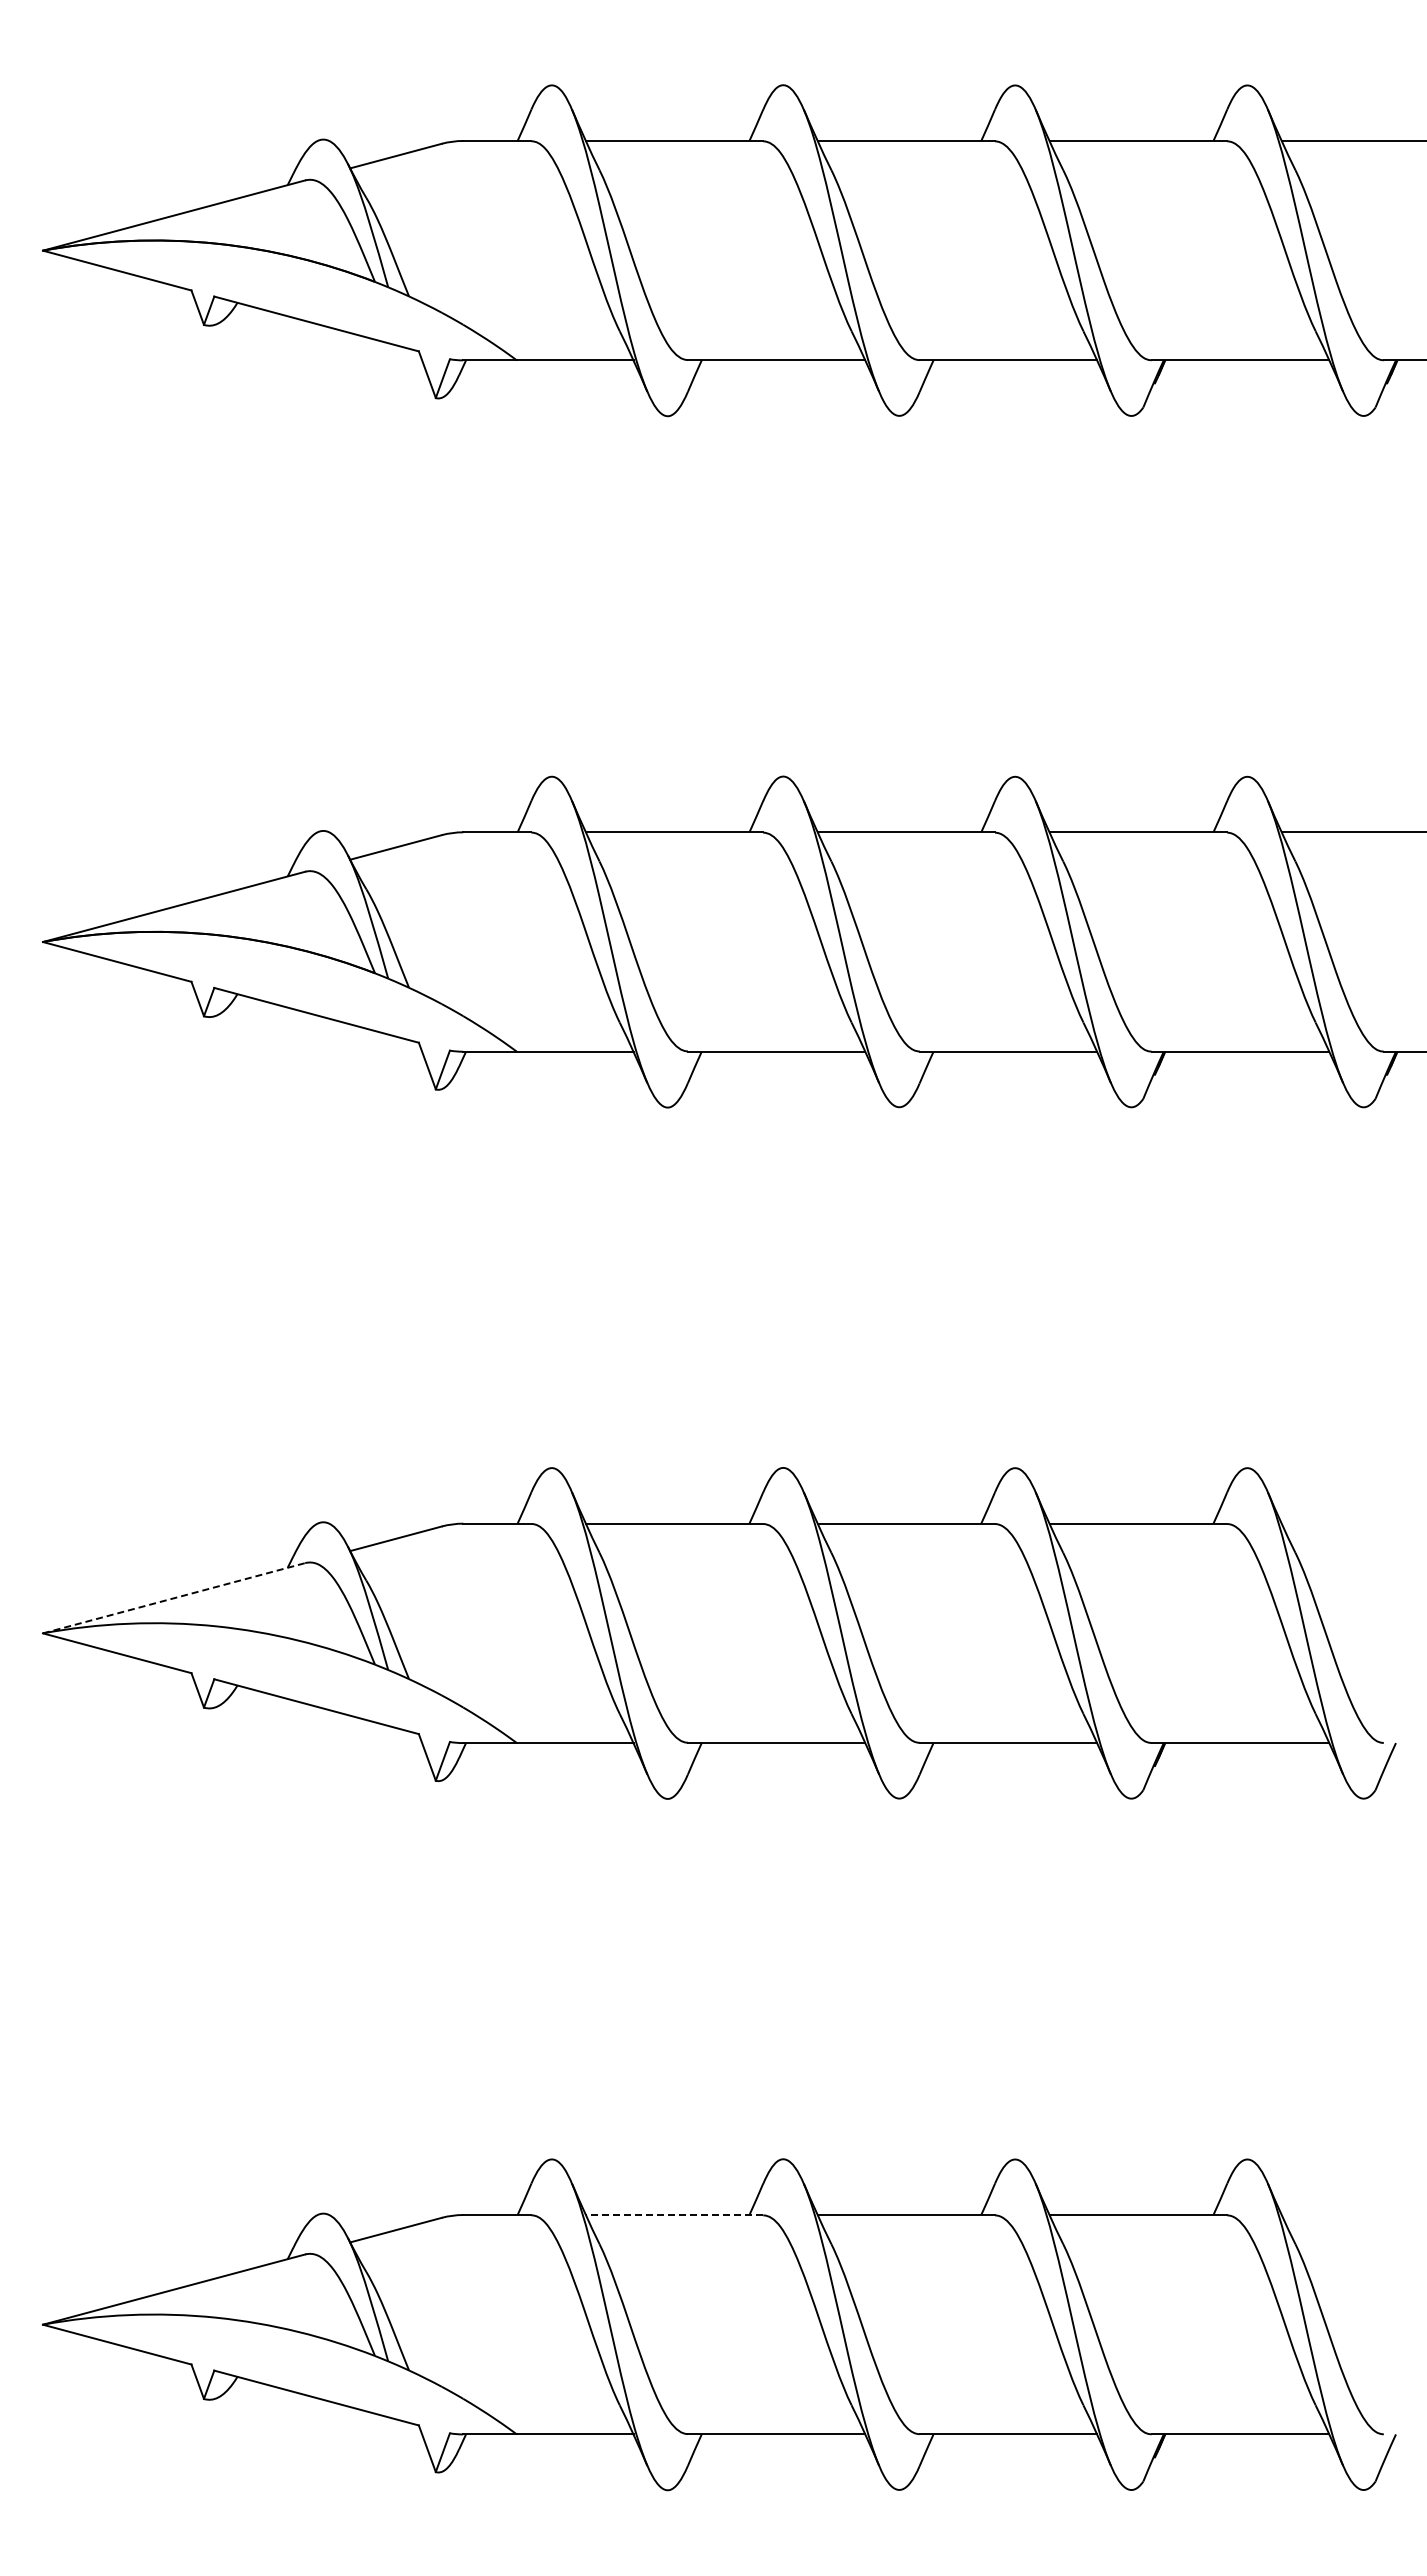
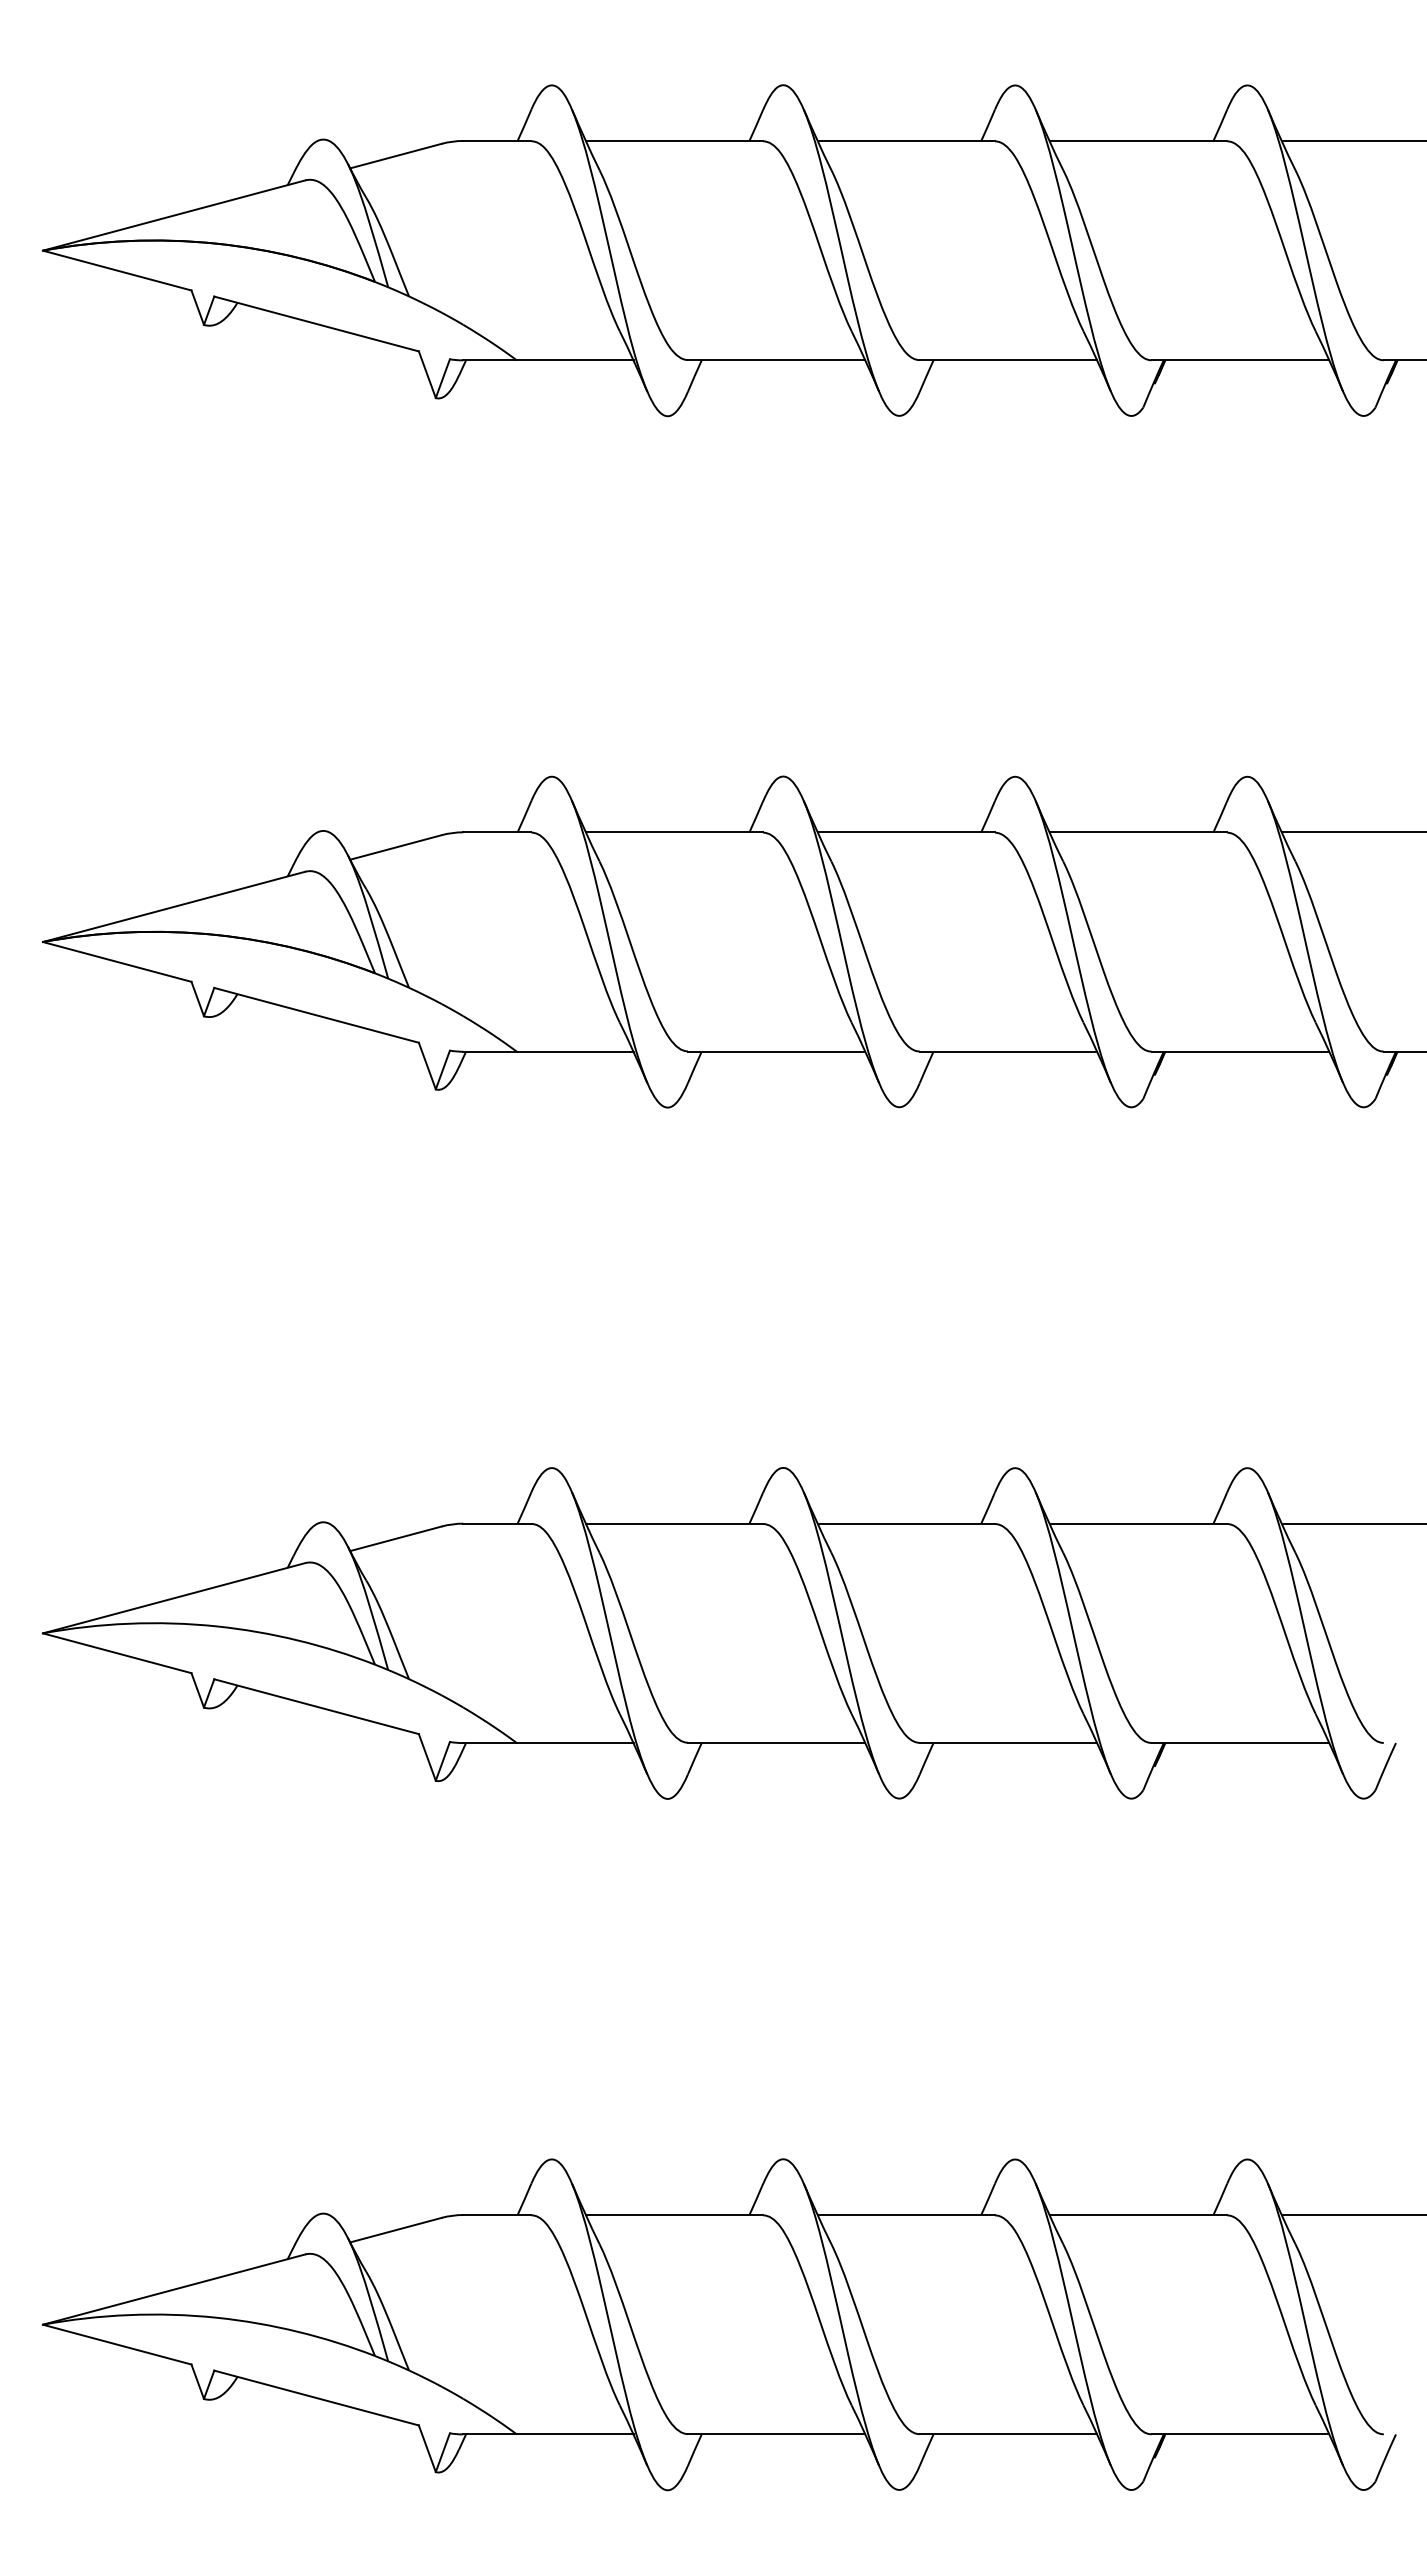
line at (1352, 1523): none -> present
line at (174, 1598): dashed -> solid
line at (674, 2215): dashed -> solid
line at (1352, 2215): none -> present
